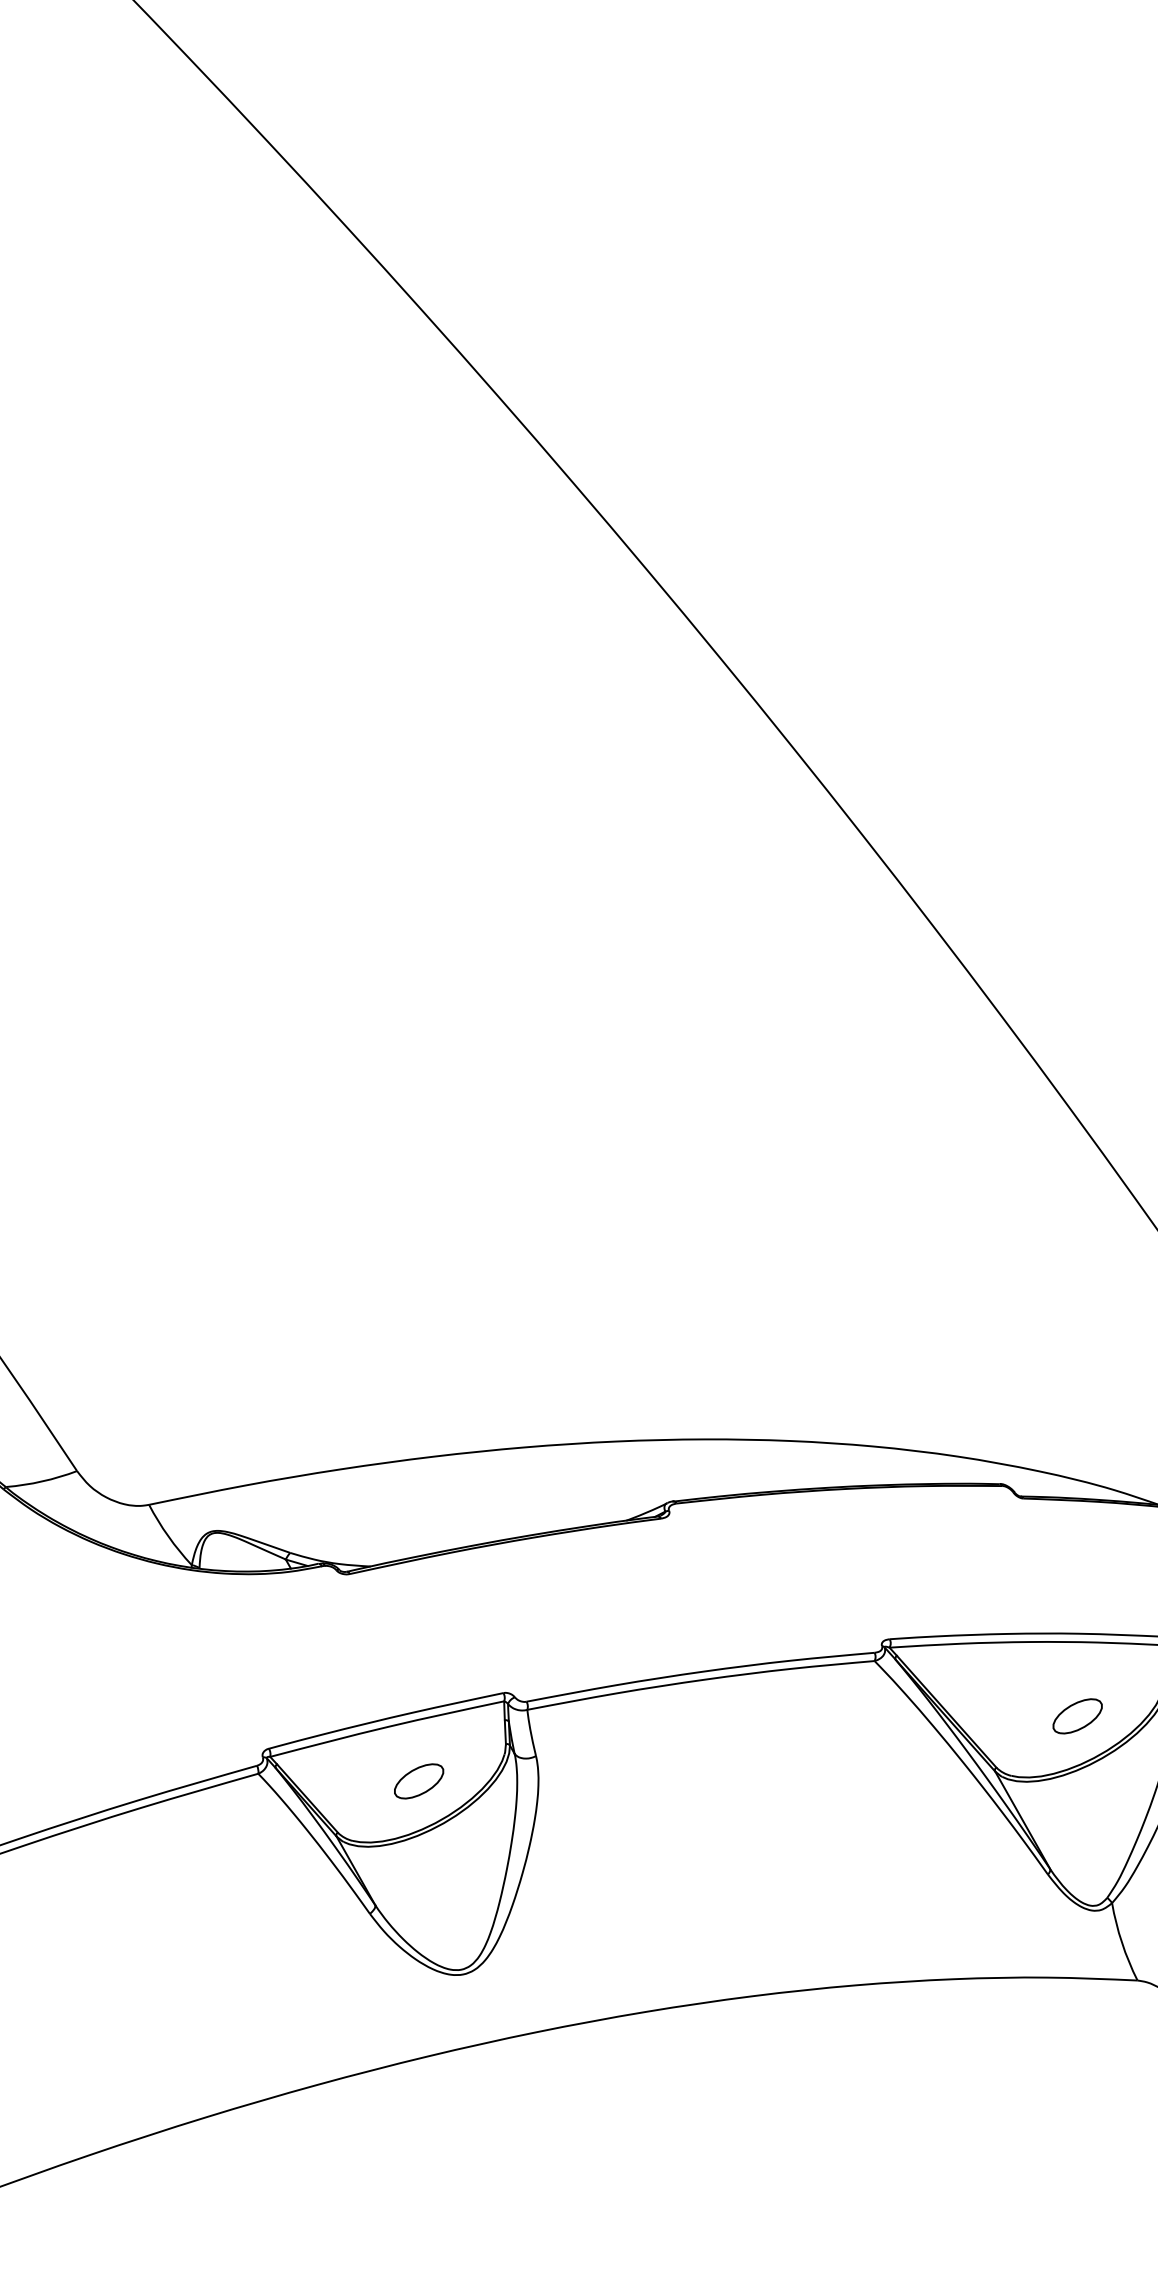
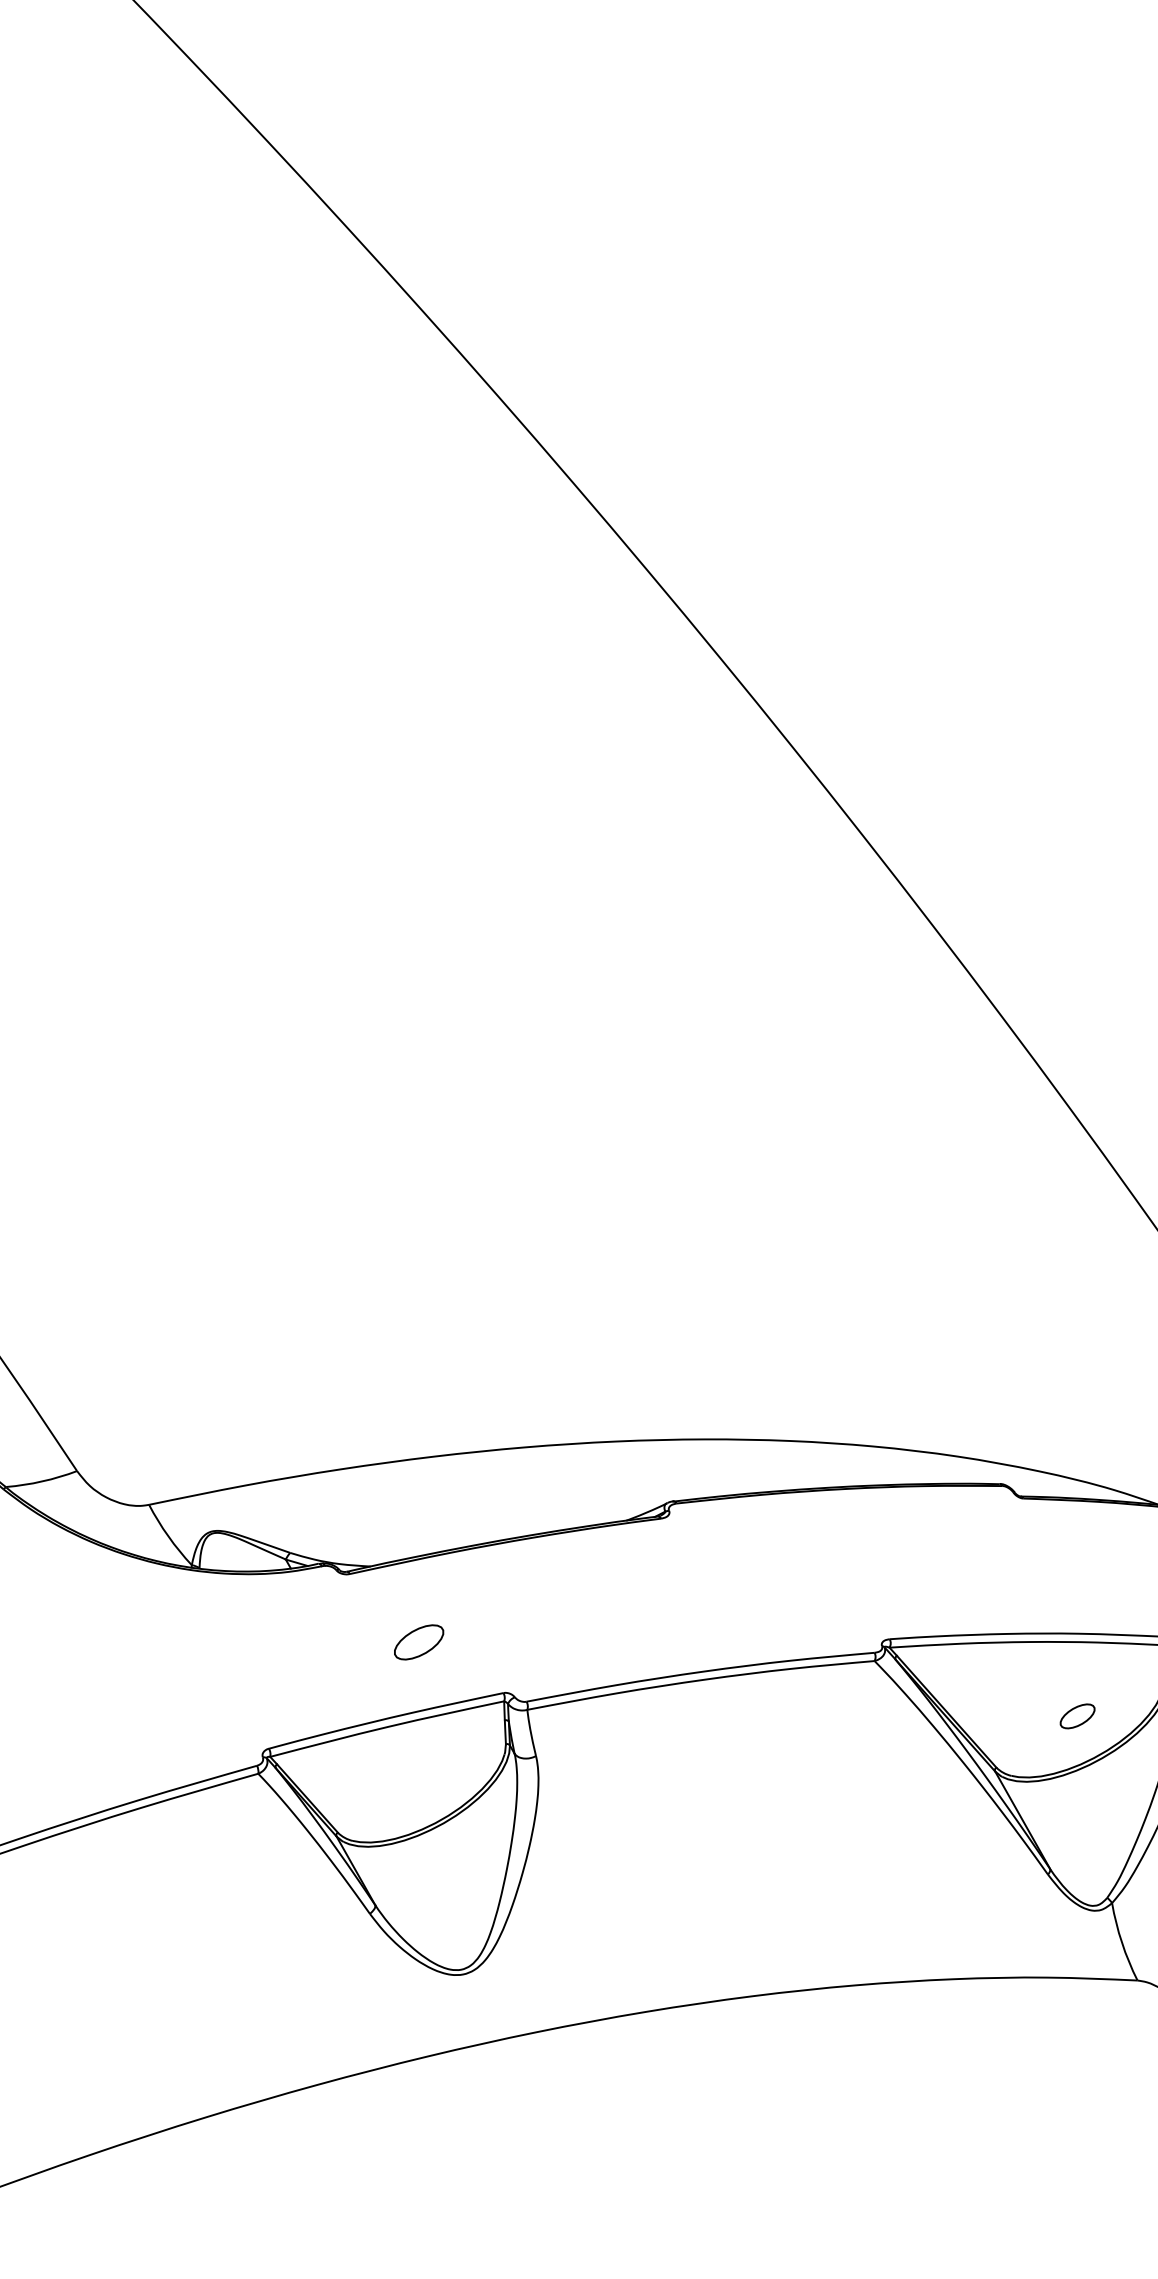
part at (1077, 1716) size: 51x37 px -> 37x27 px
part at (419, 1781) position: (419, 1781) -> (419, 1642)
